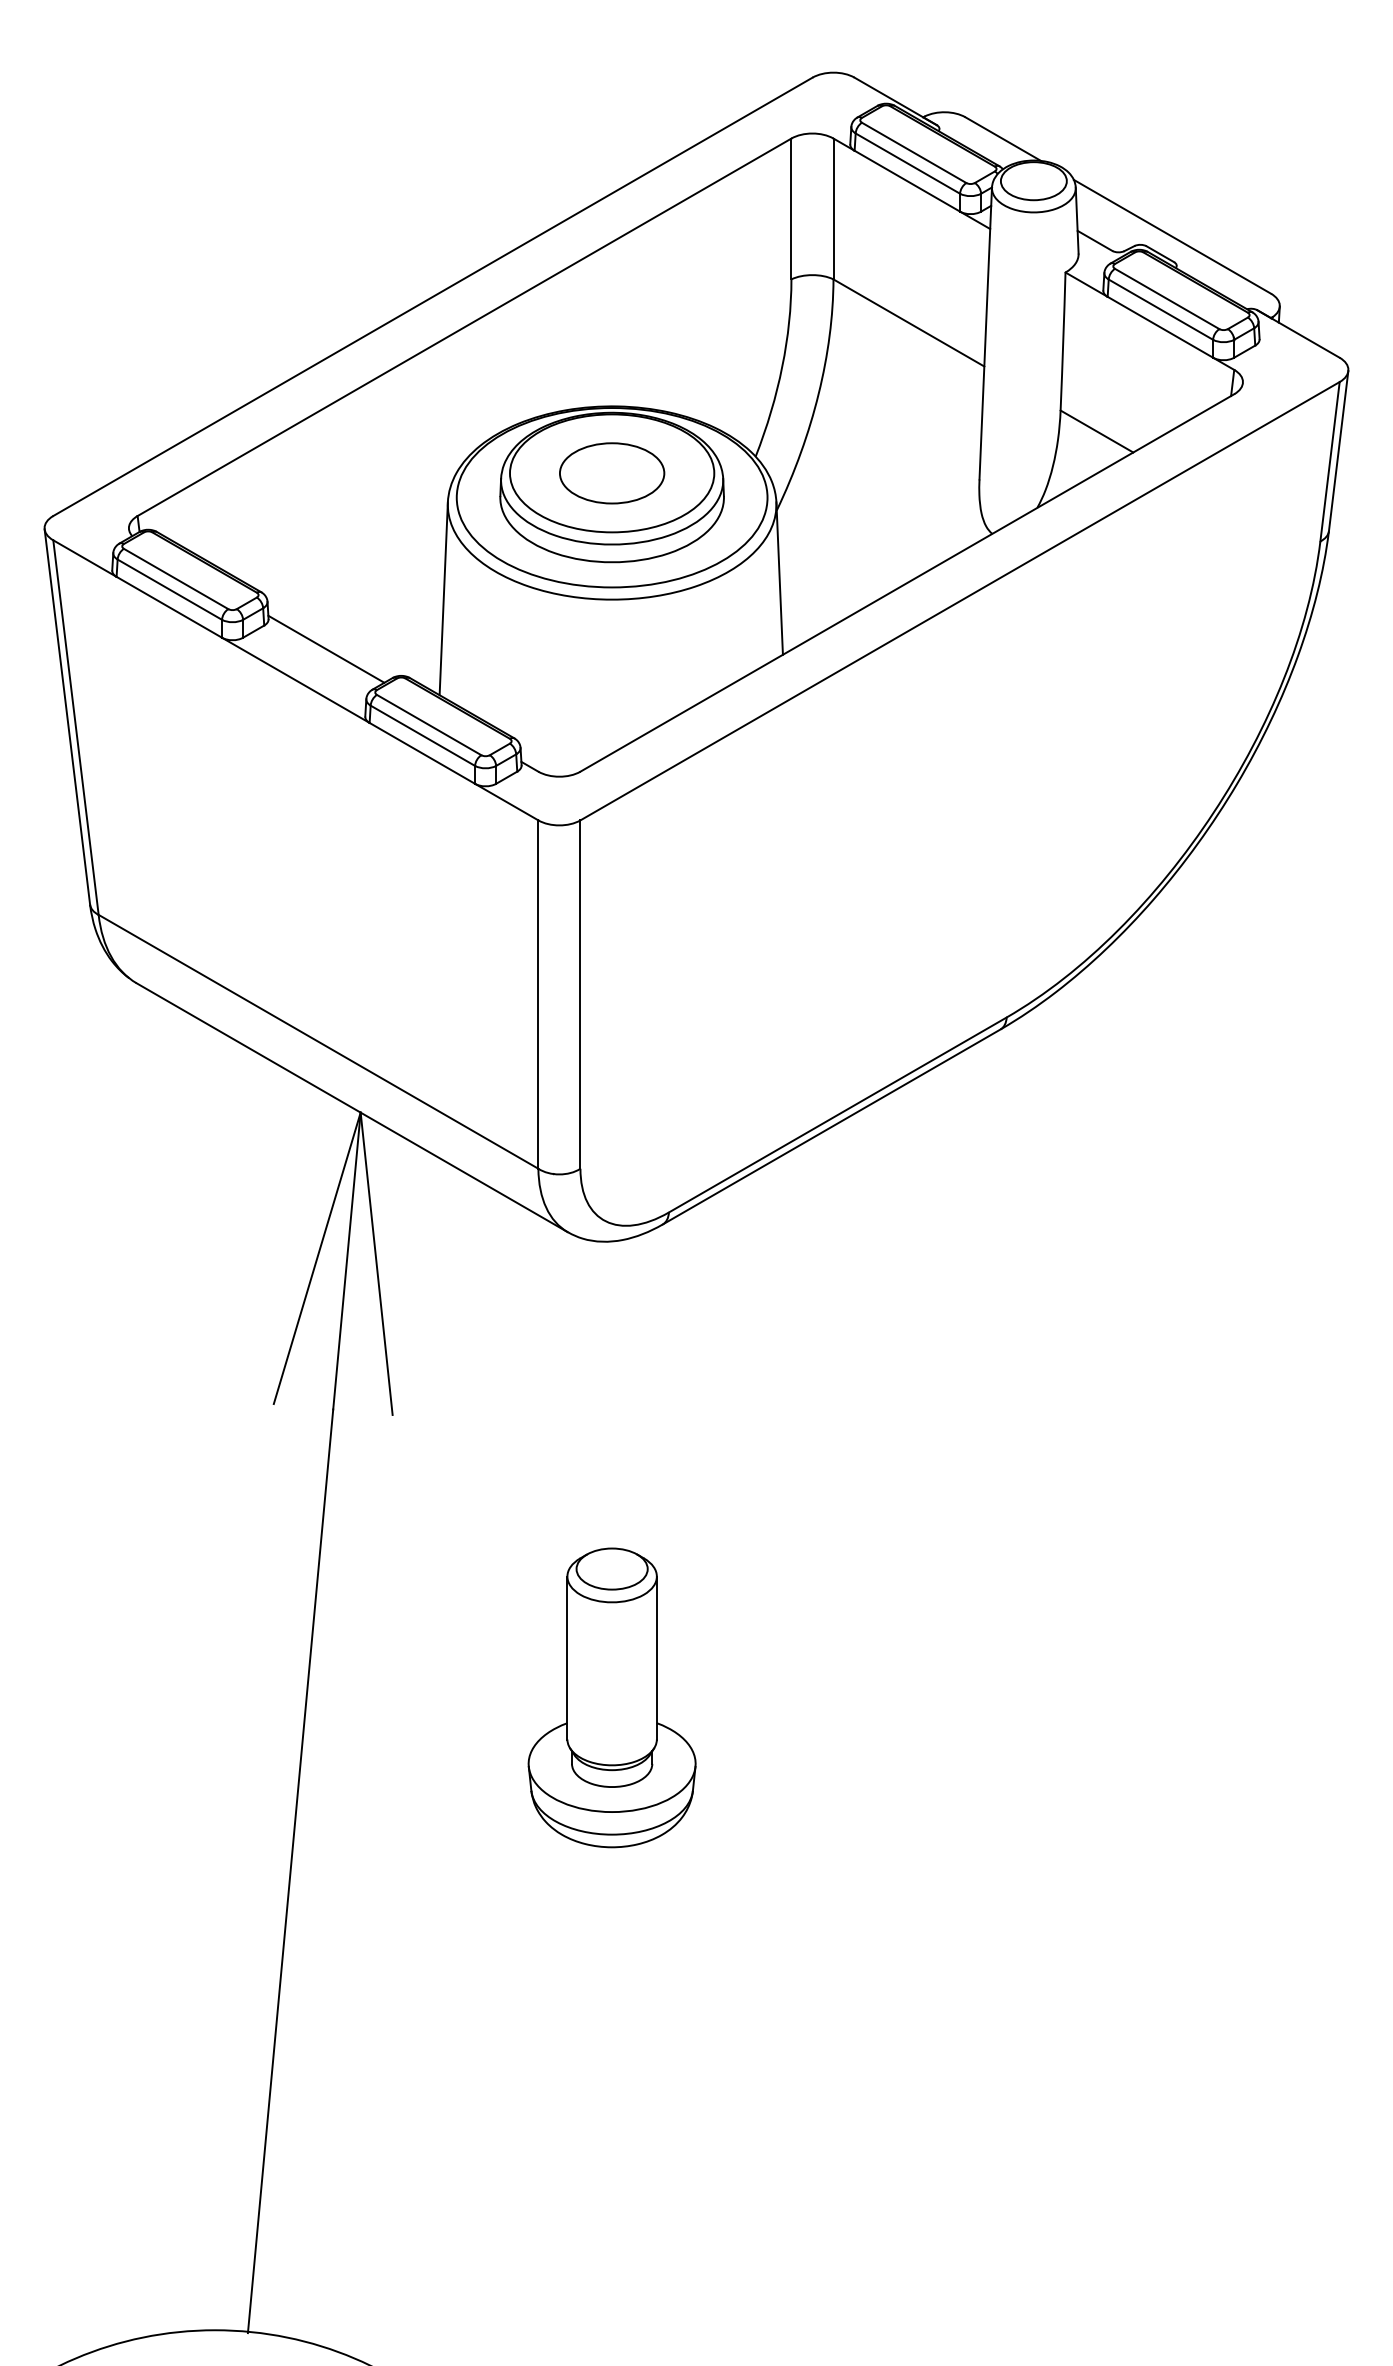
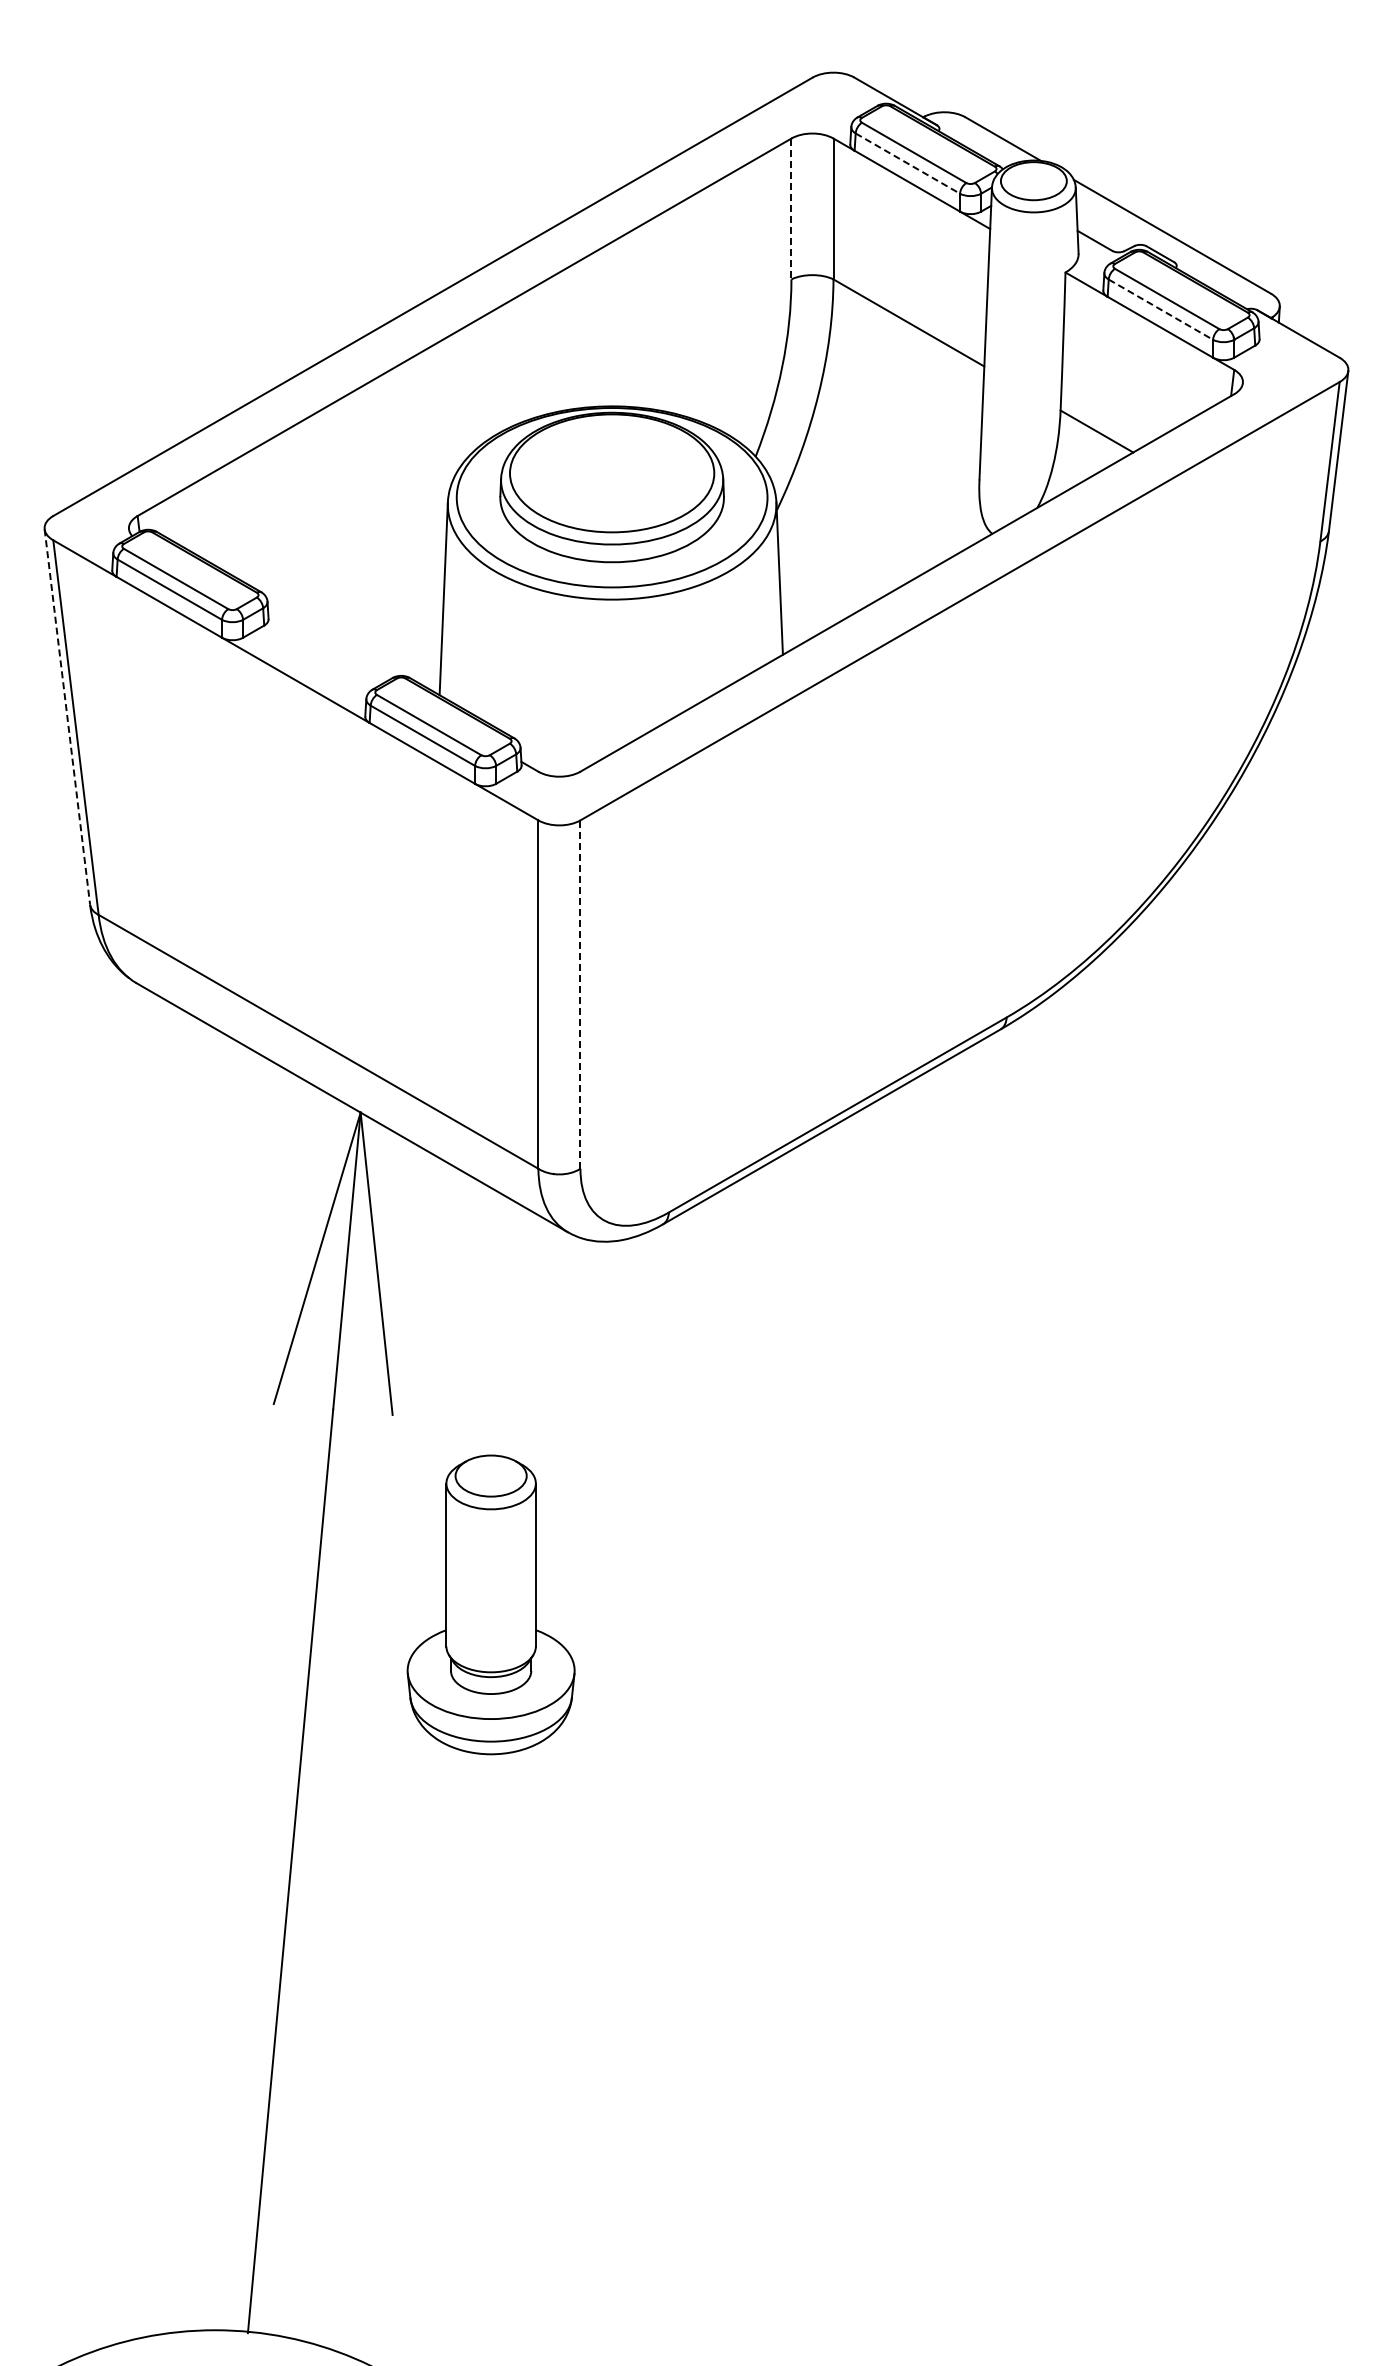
line at (908, 163): solid -> dashed
line at (791, 209): solid -> dashed
line at (1161, 309): solid -> dashed
part at (612, 473): present -> none
line at (326, 648): present -> none
line at (67, 717): solid -> dashed
line at (580, 994): solid -> dashed
part at (611, 1697) position: (611, 1697) -> (490, 1604)
